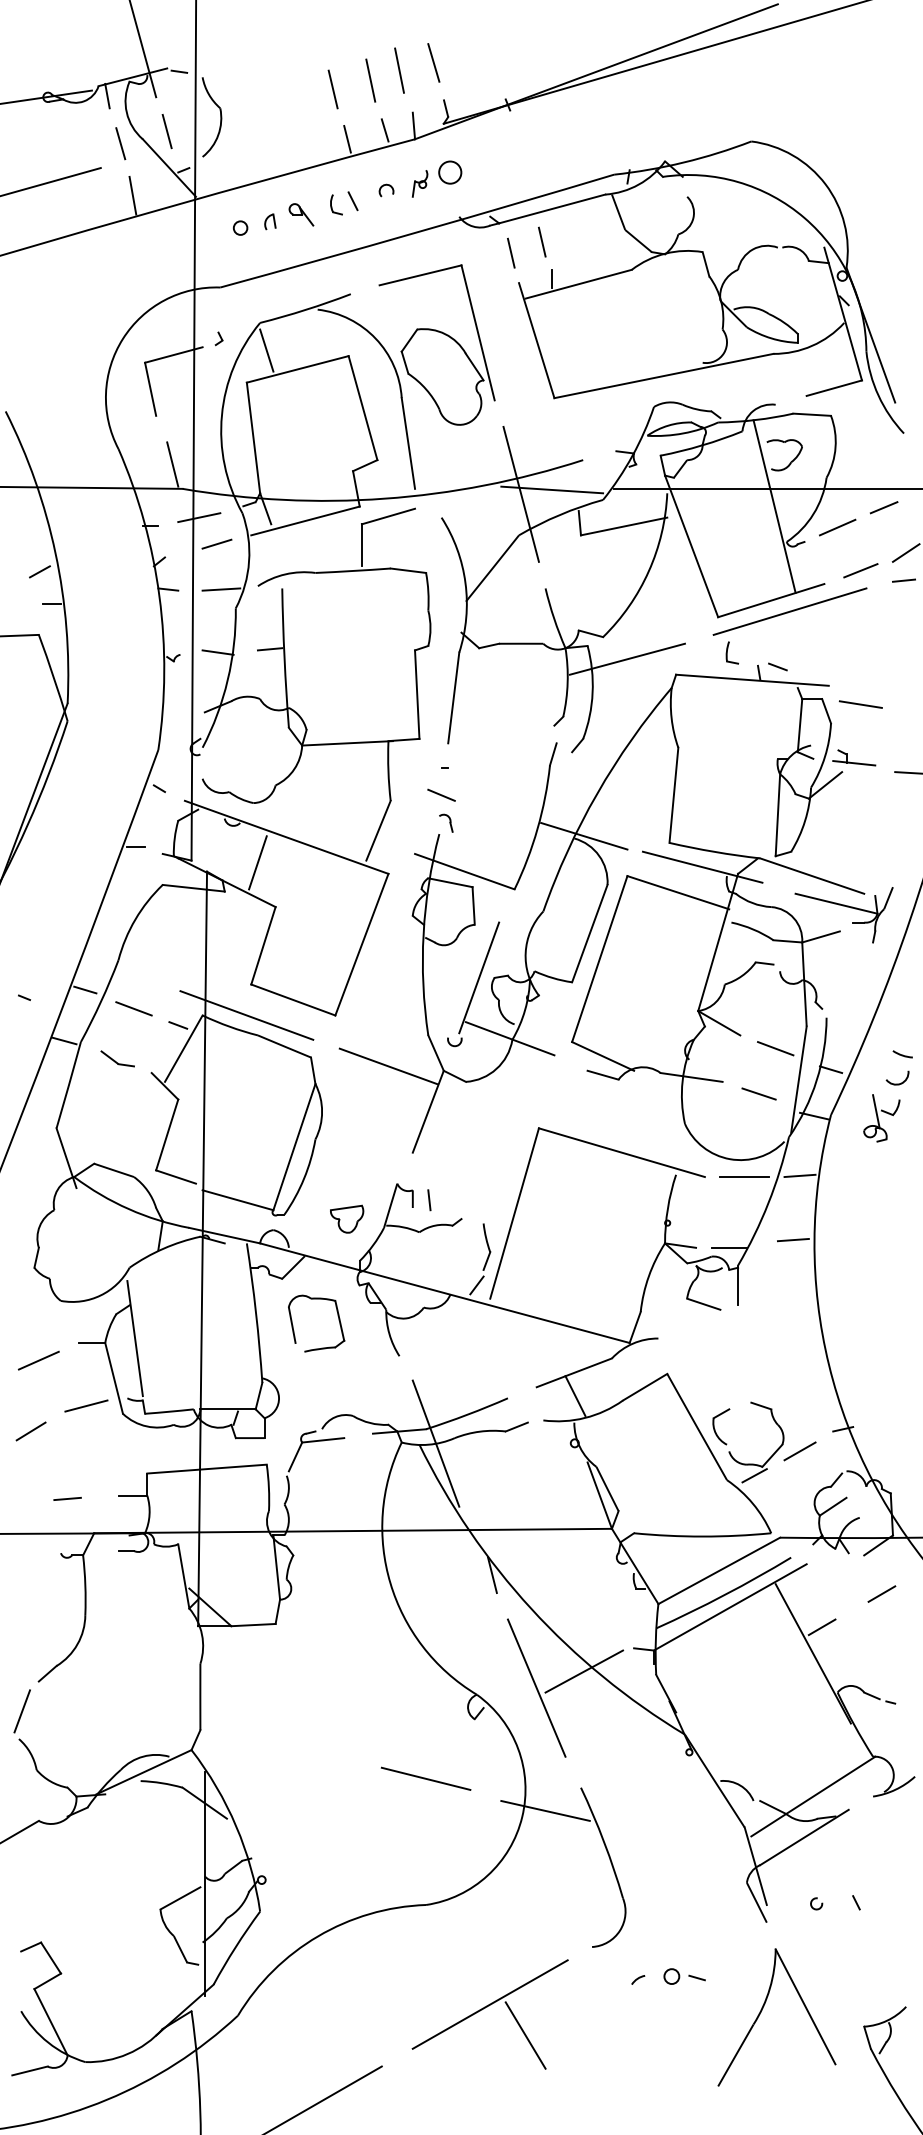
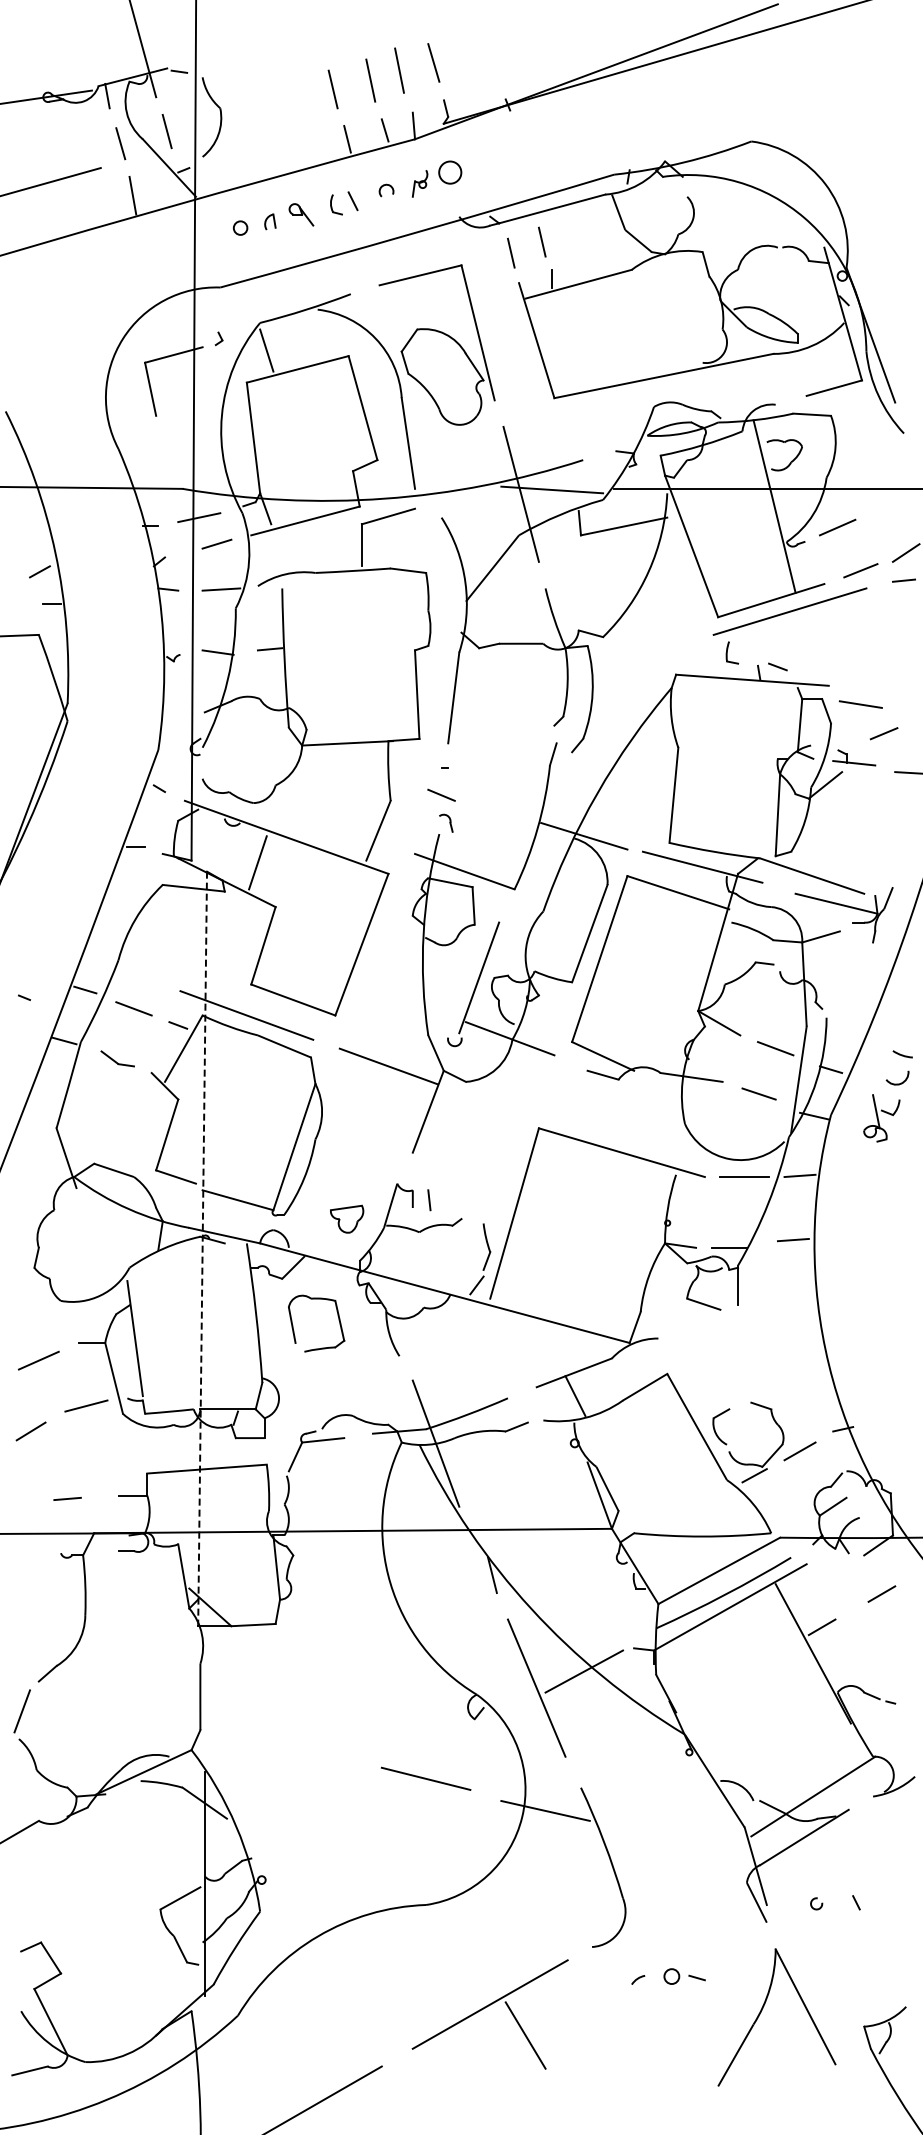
line at (172, 464): present -> none
line at (883, 507) position: (883, 507) -> (883, 733)
line at (626, 658): present -> none
line at (202, 1249): solid -> dashed
